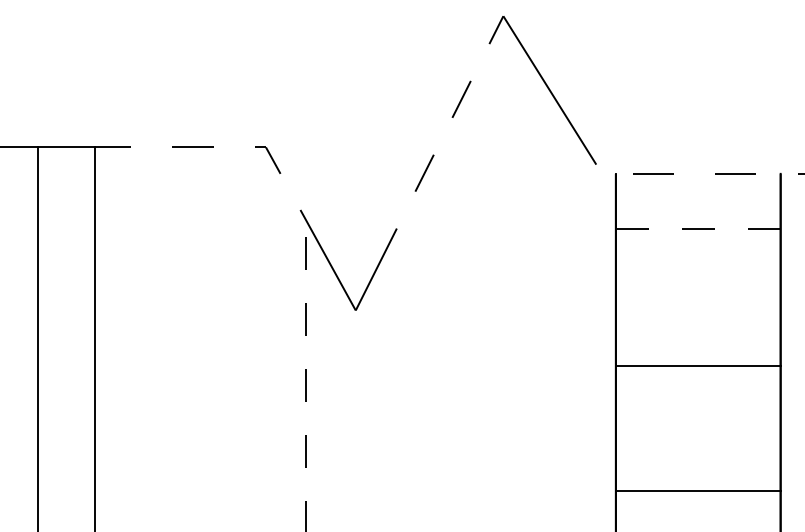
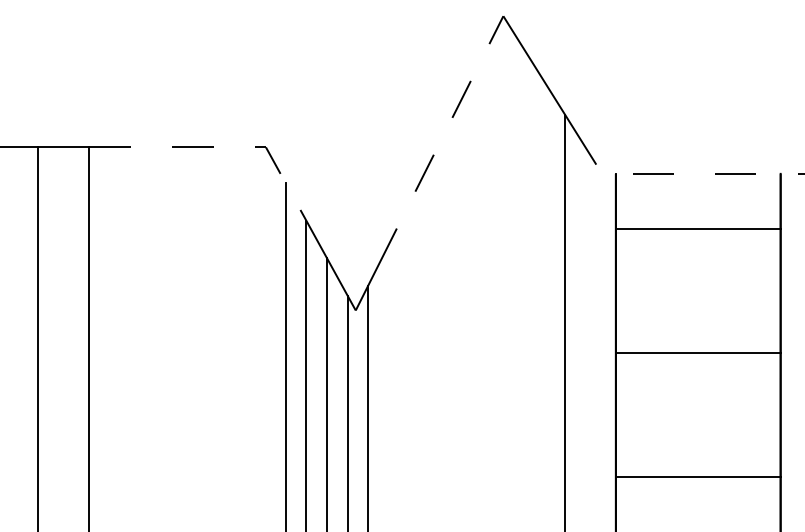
line at (697, 229): dashed -> solid
line at (565, 321): none -> present
line at (95, 337) position: (95, 337) -> (89, 337)
line at (285, 355): none -> present
line at (697, 366) position: (697, 366) -> (697, 353)
line at (306, 376): dashed -> solid
line at (326, 393): none -> present
line at (368, 406): none -> present
line at (347, 411): none -> present
line at (697, 490) position: (697, 490) -> (697, 476)
